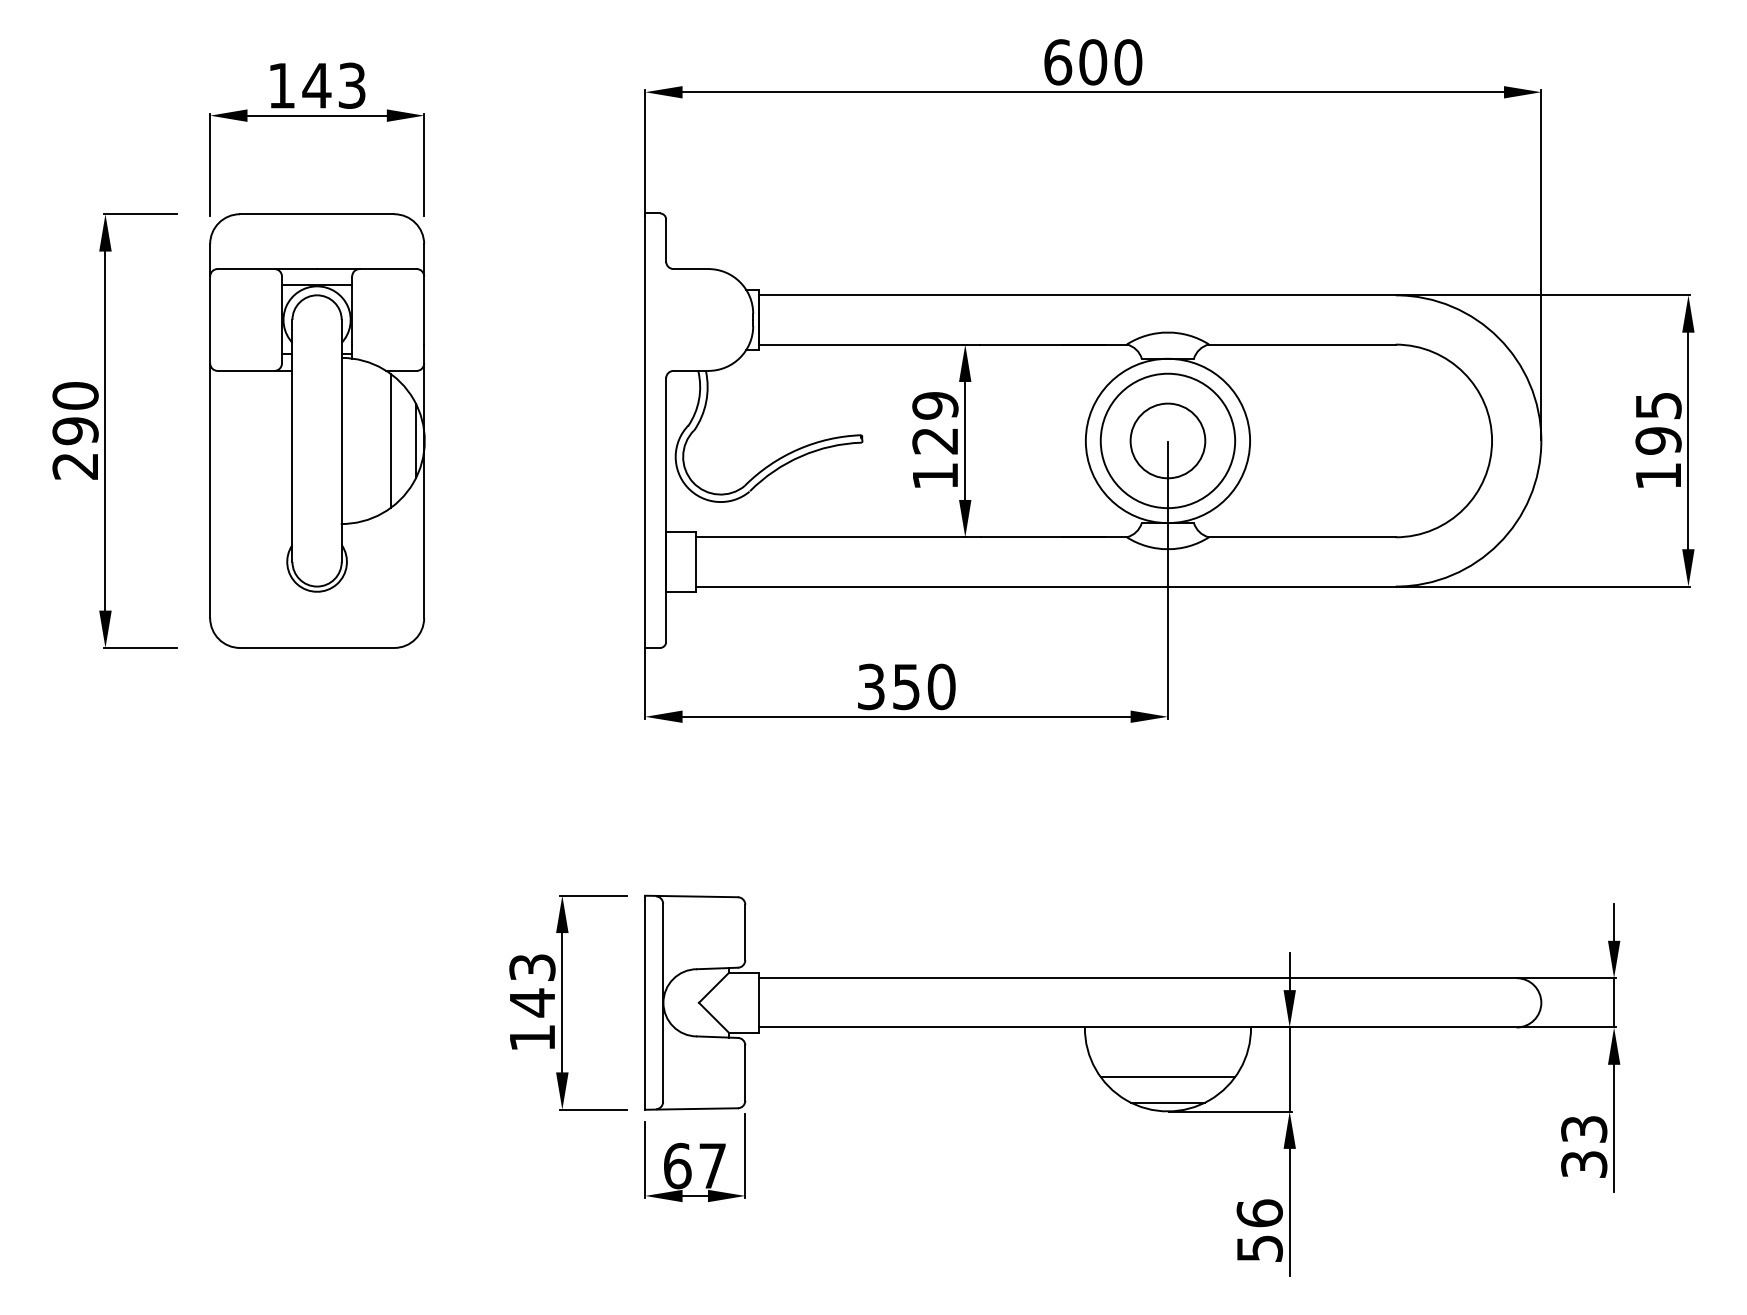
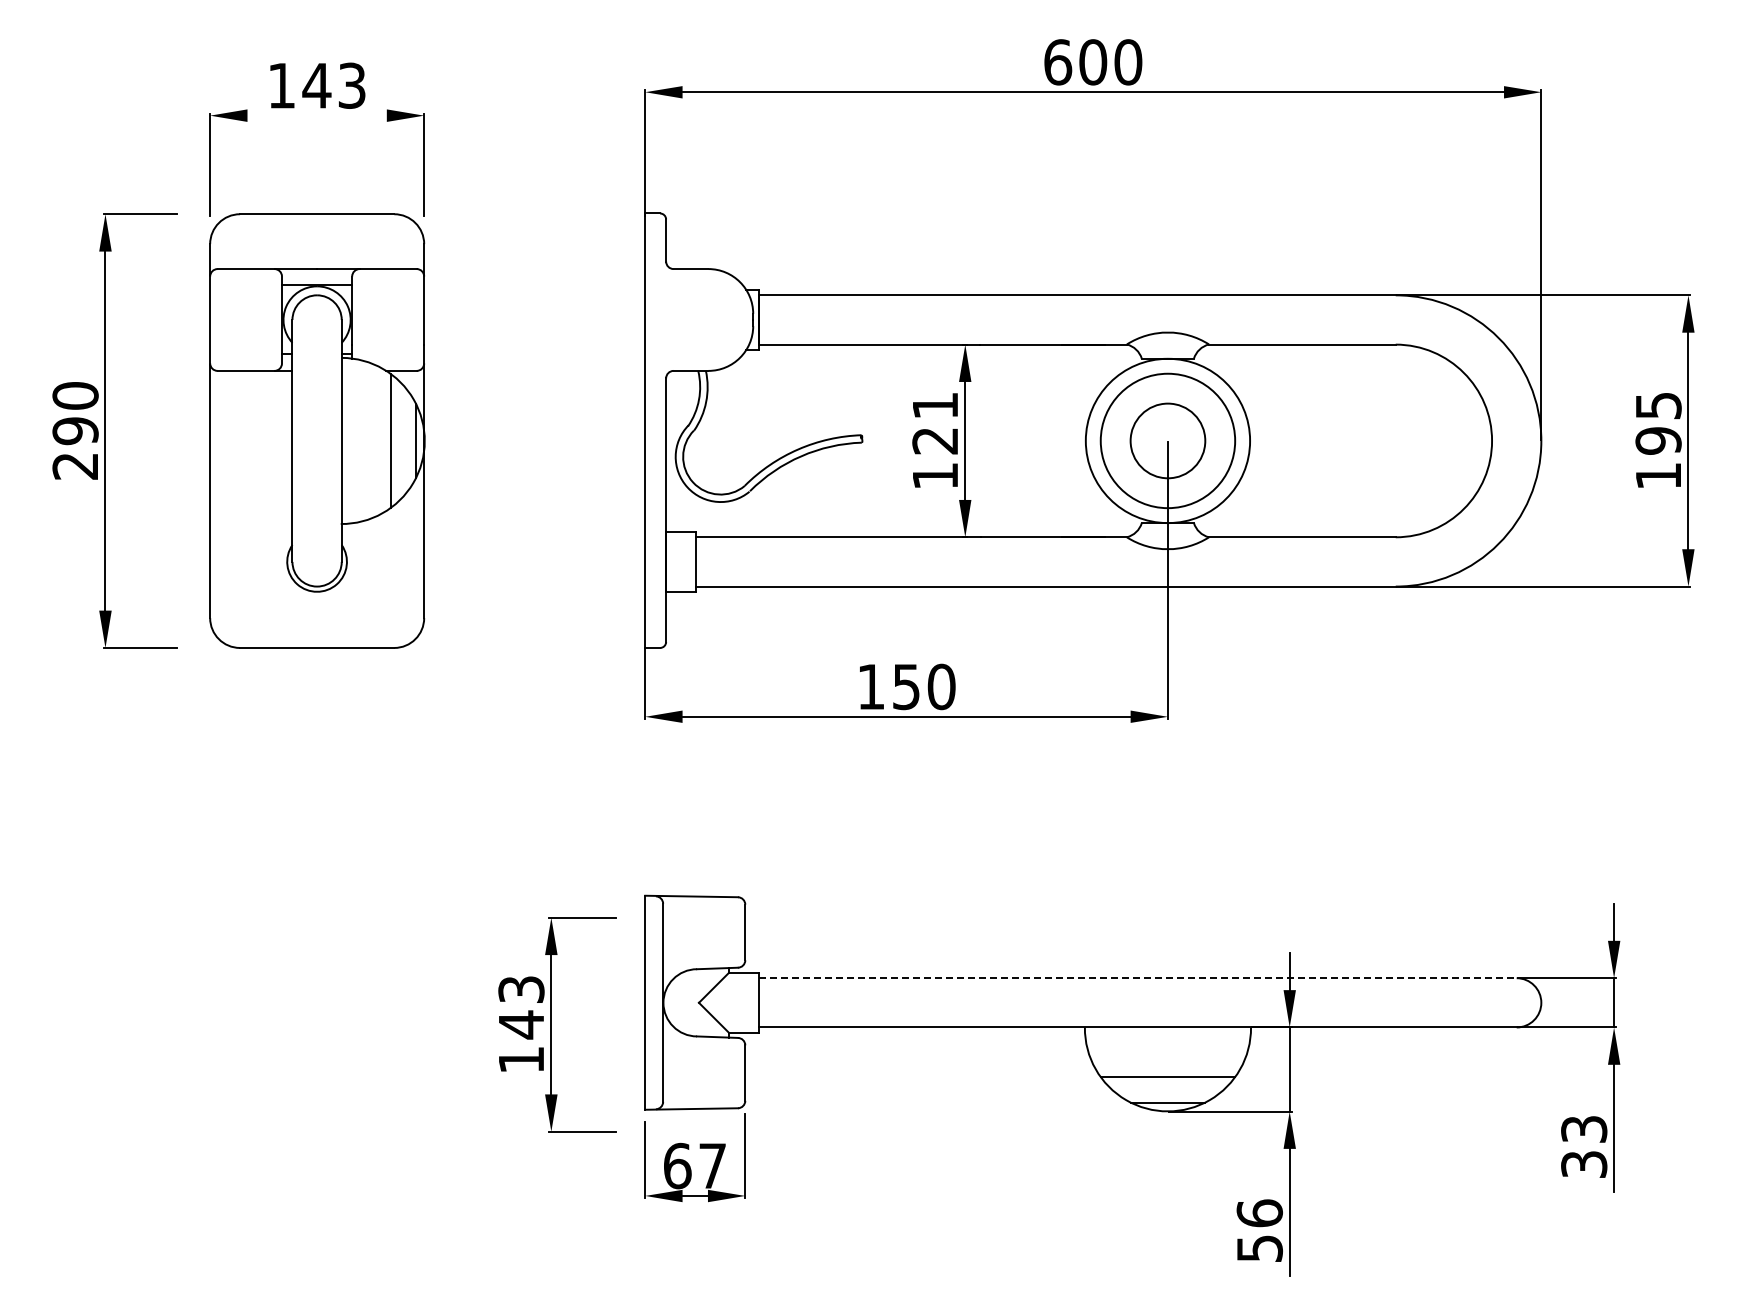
line at (316, 115): present -> none
text at (935, 405): 129 -> 121
text at (871, 686): 350 -> 150
line at (1137, 978): solid -> dashed
part at (568, 1002) position: (568, 1002) -> (557, 1024)
